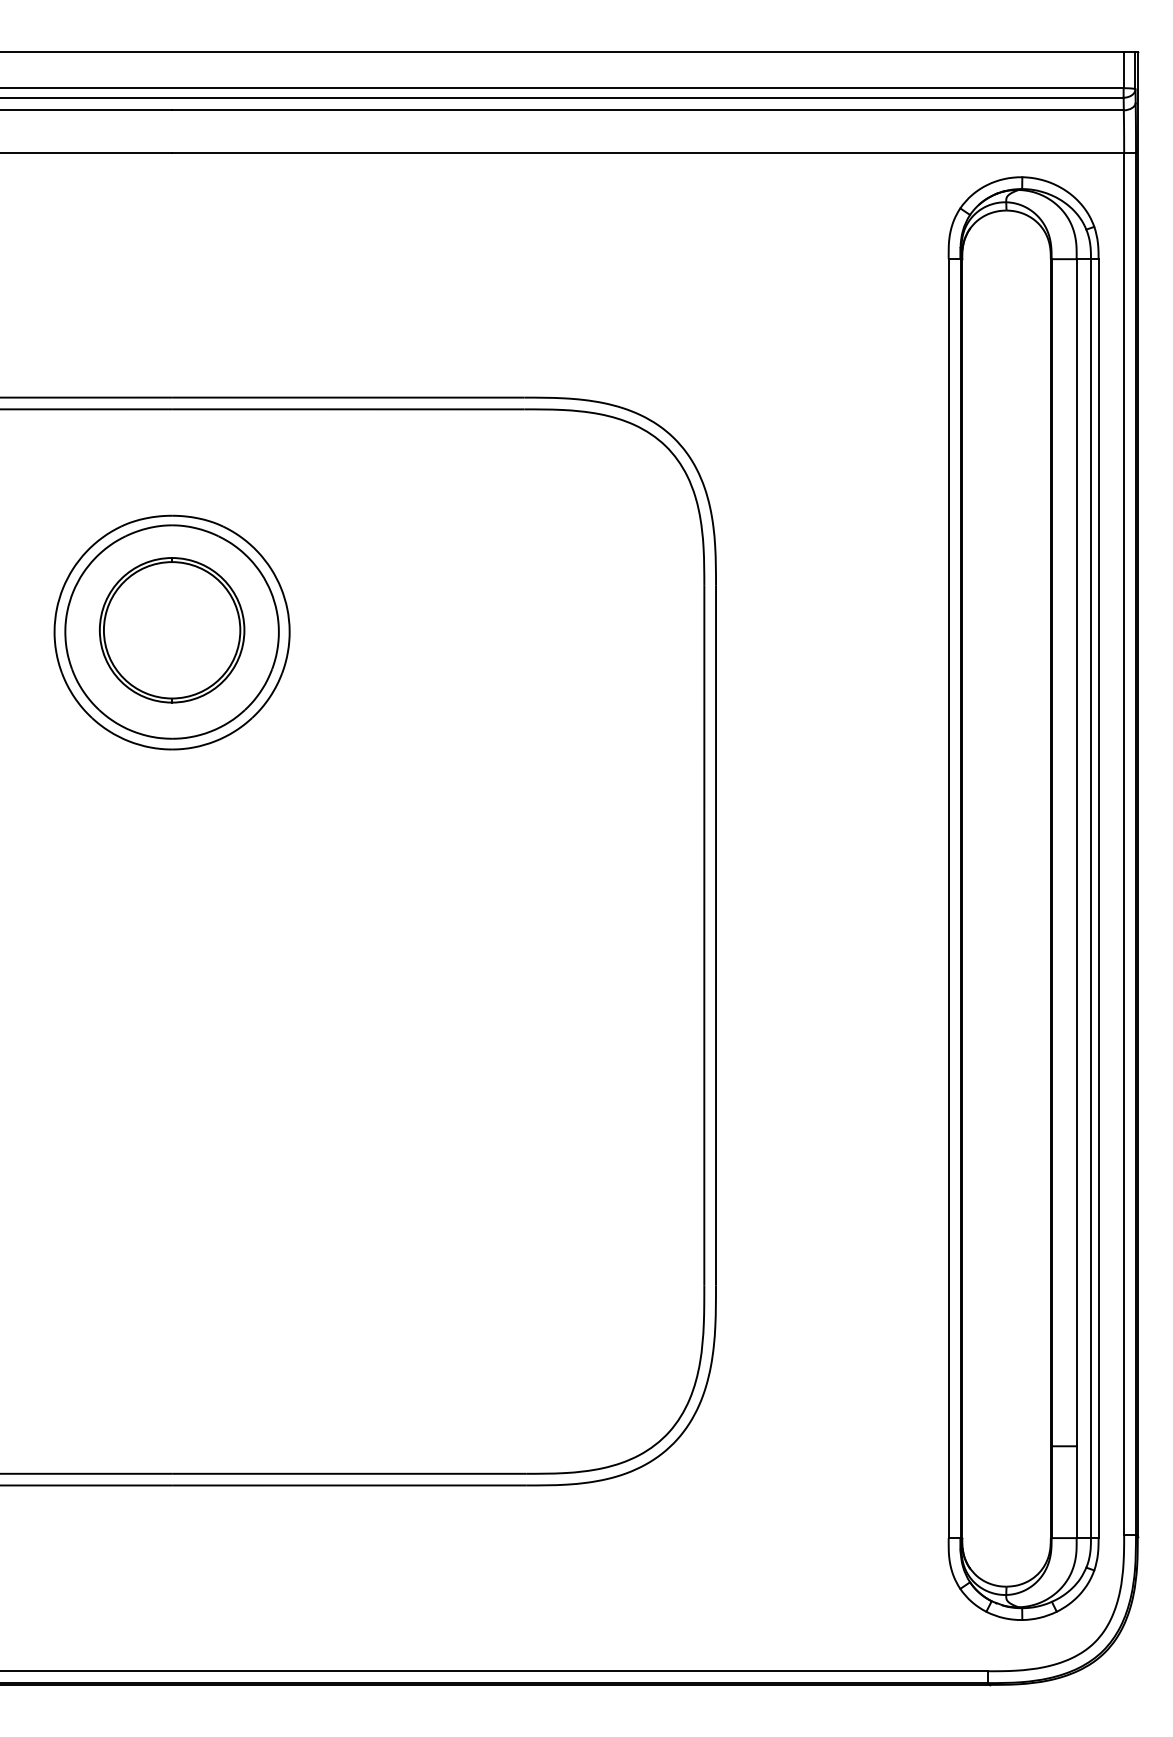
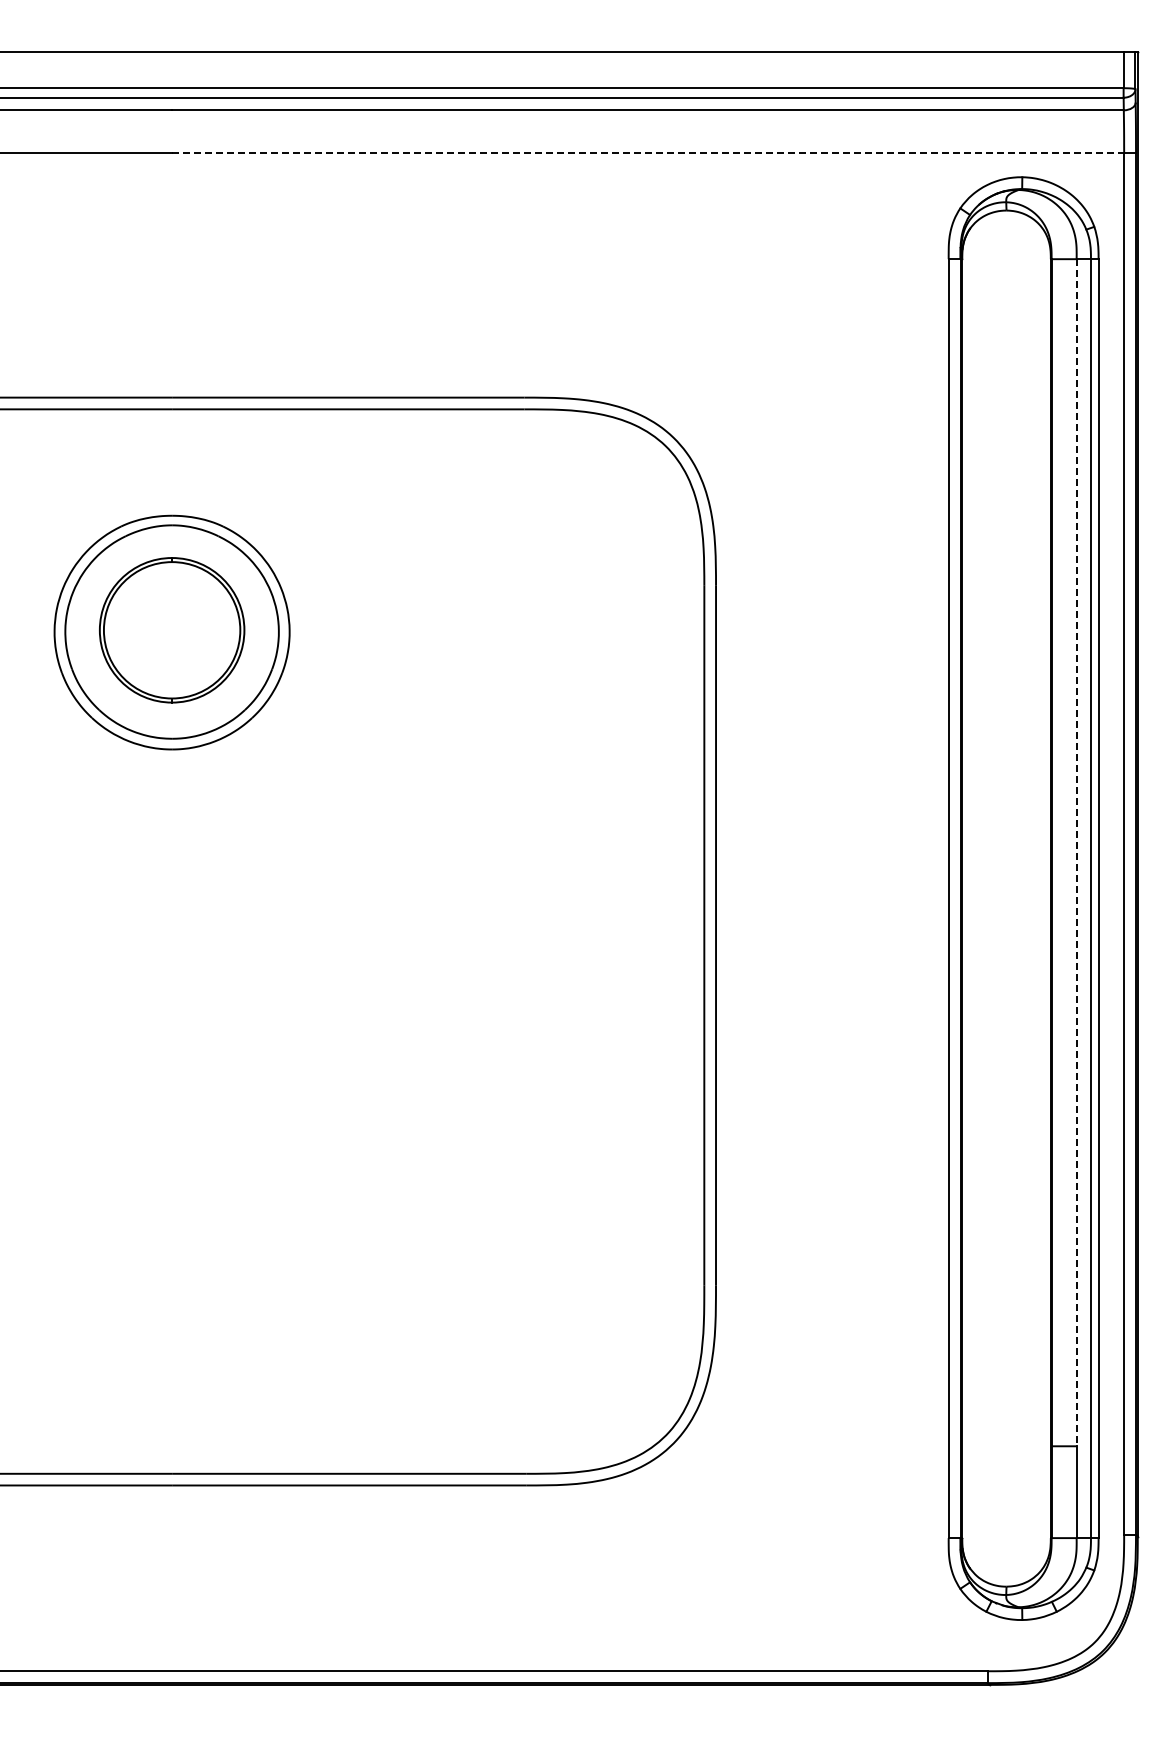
line at (648, 153): solid -> dashed
line at (1076, 852): solid -> dashed
